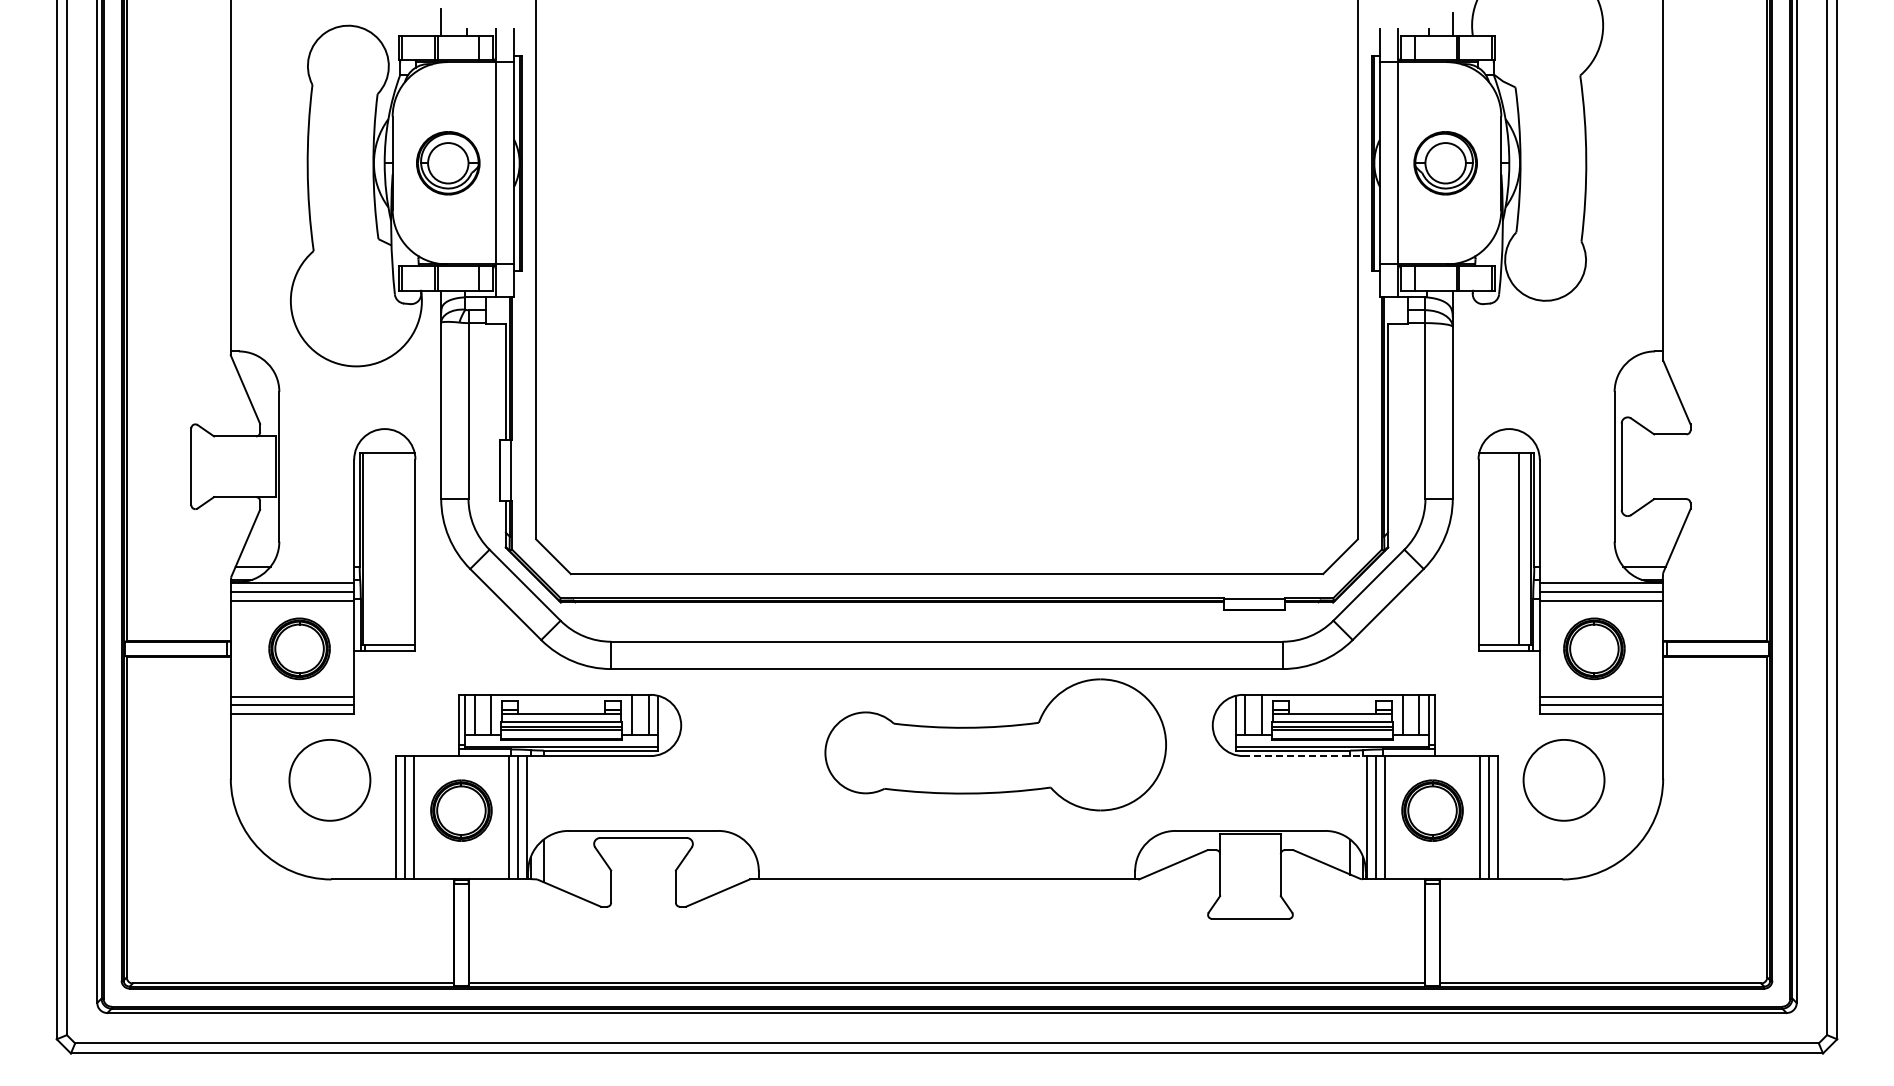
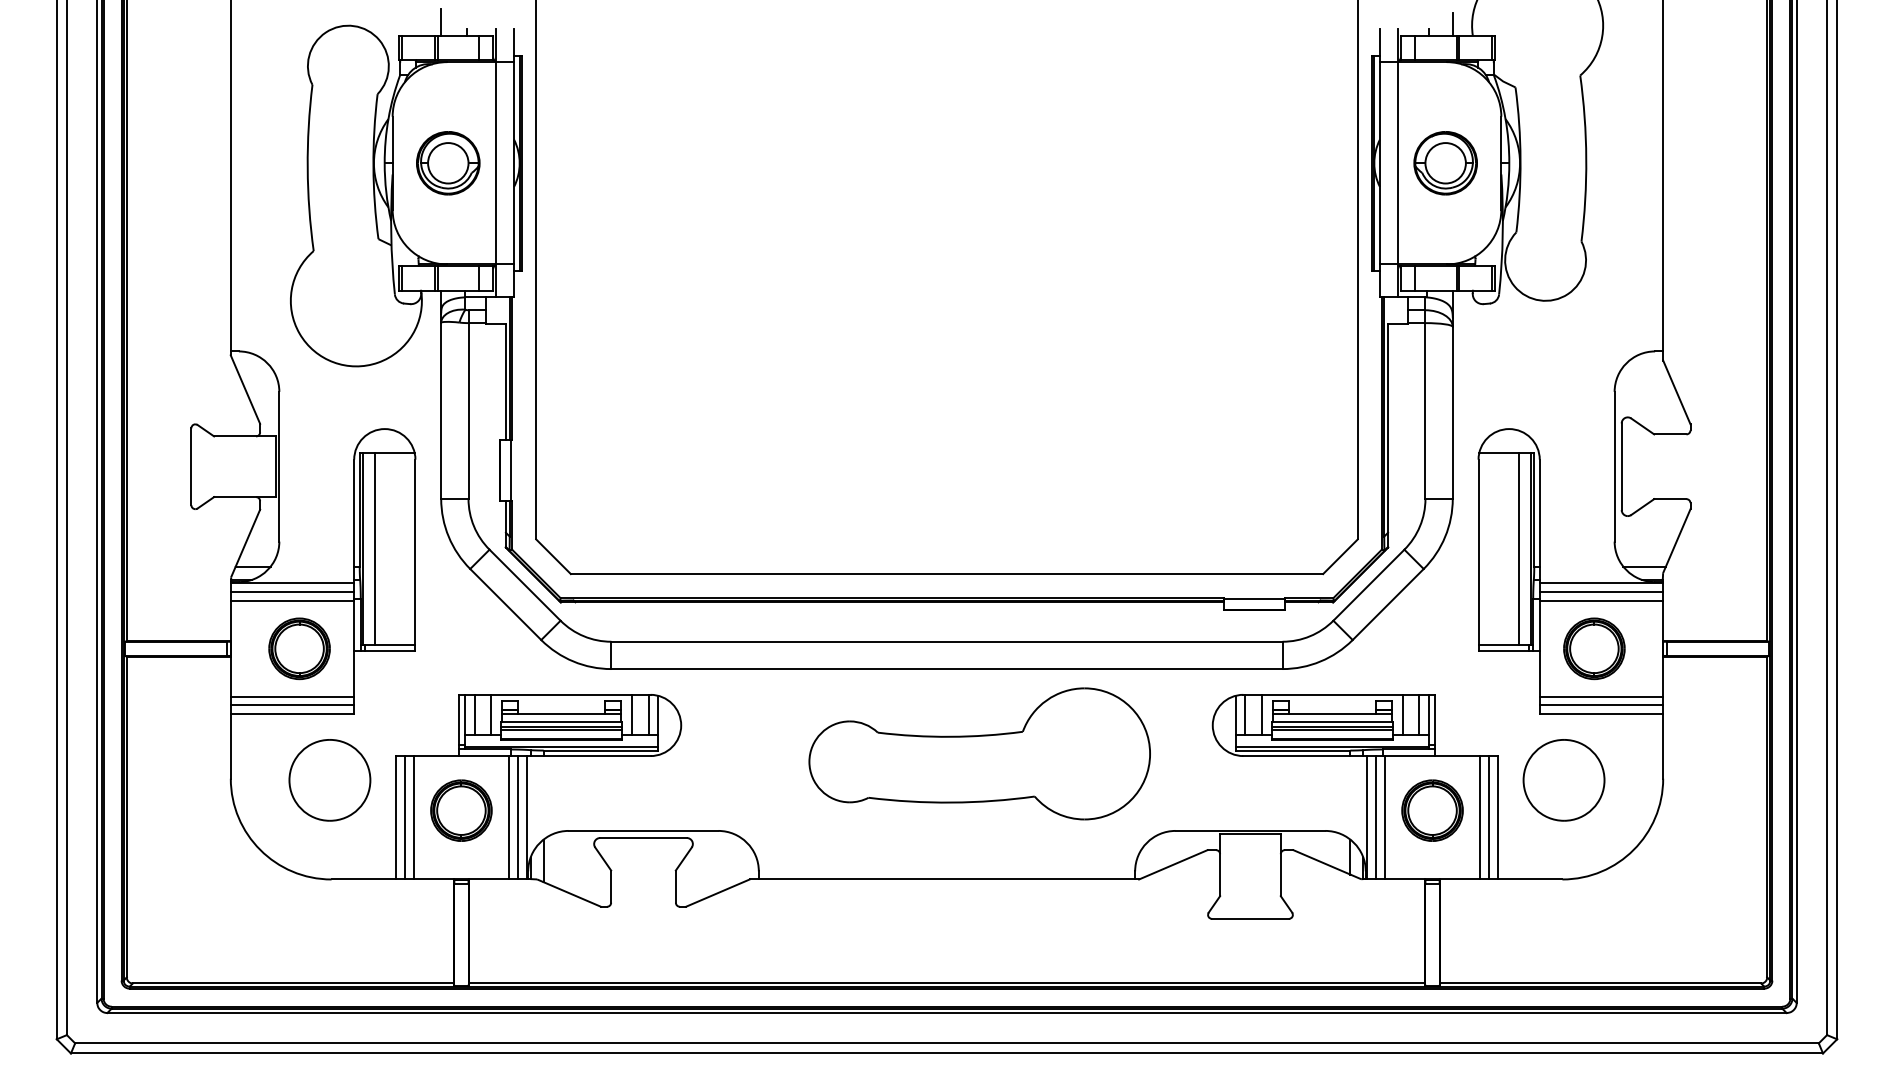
line at (375, 548): none -> present
part at (995, 744) position: (995, 744) -> (979, 753)
line at (1305, 756): dashed -> solid
